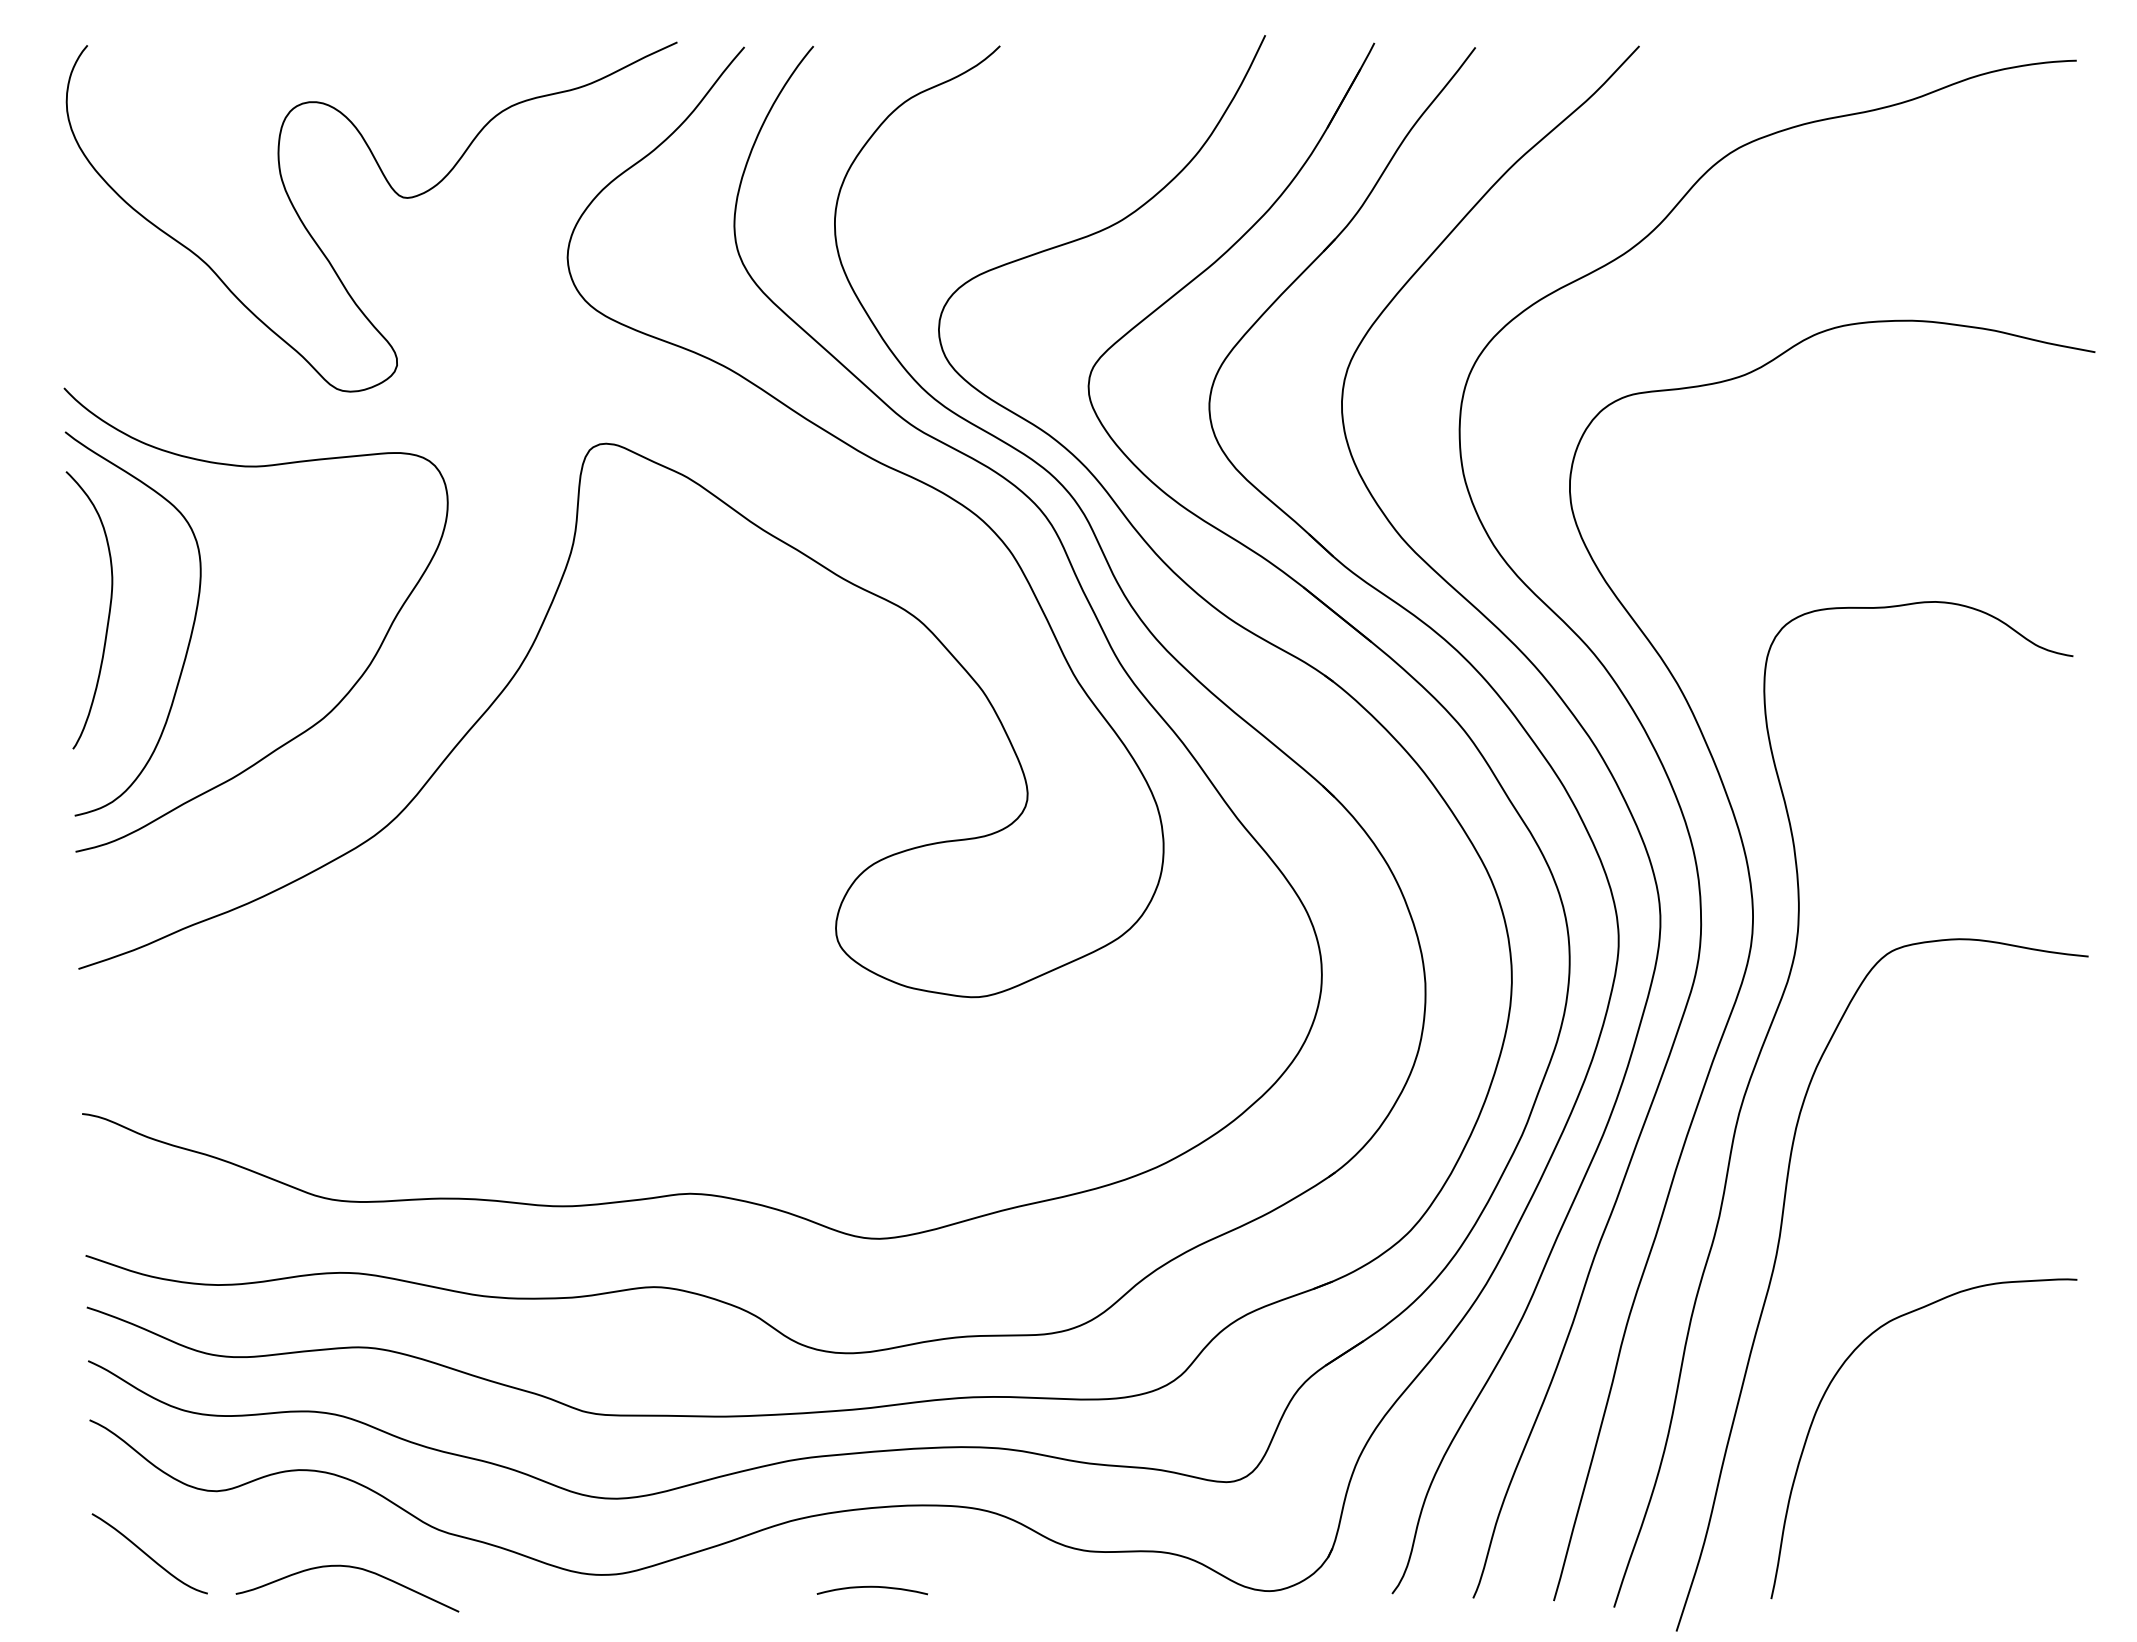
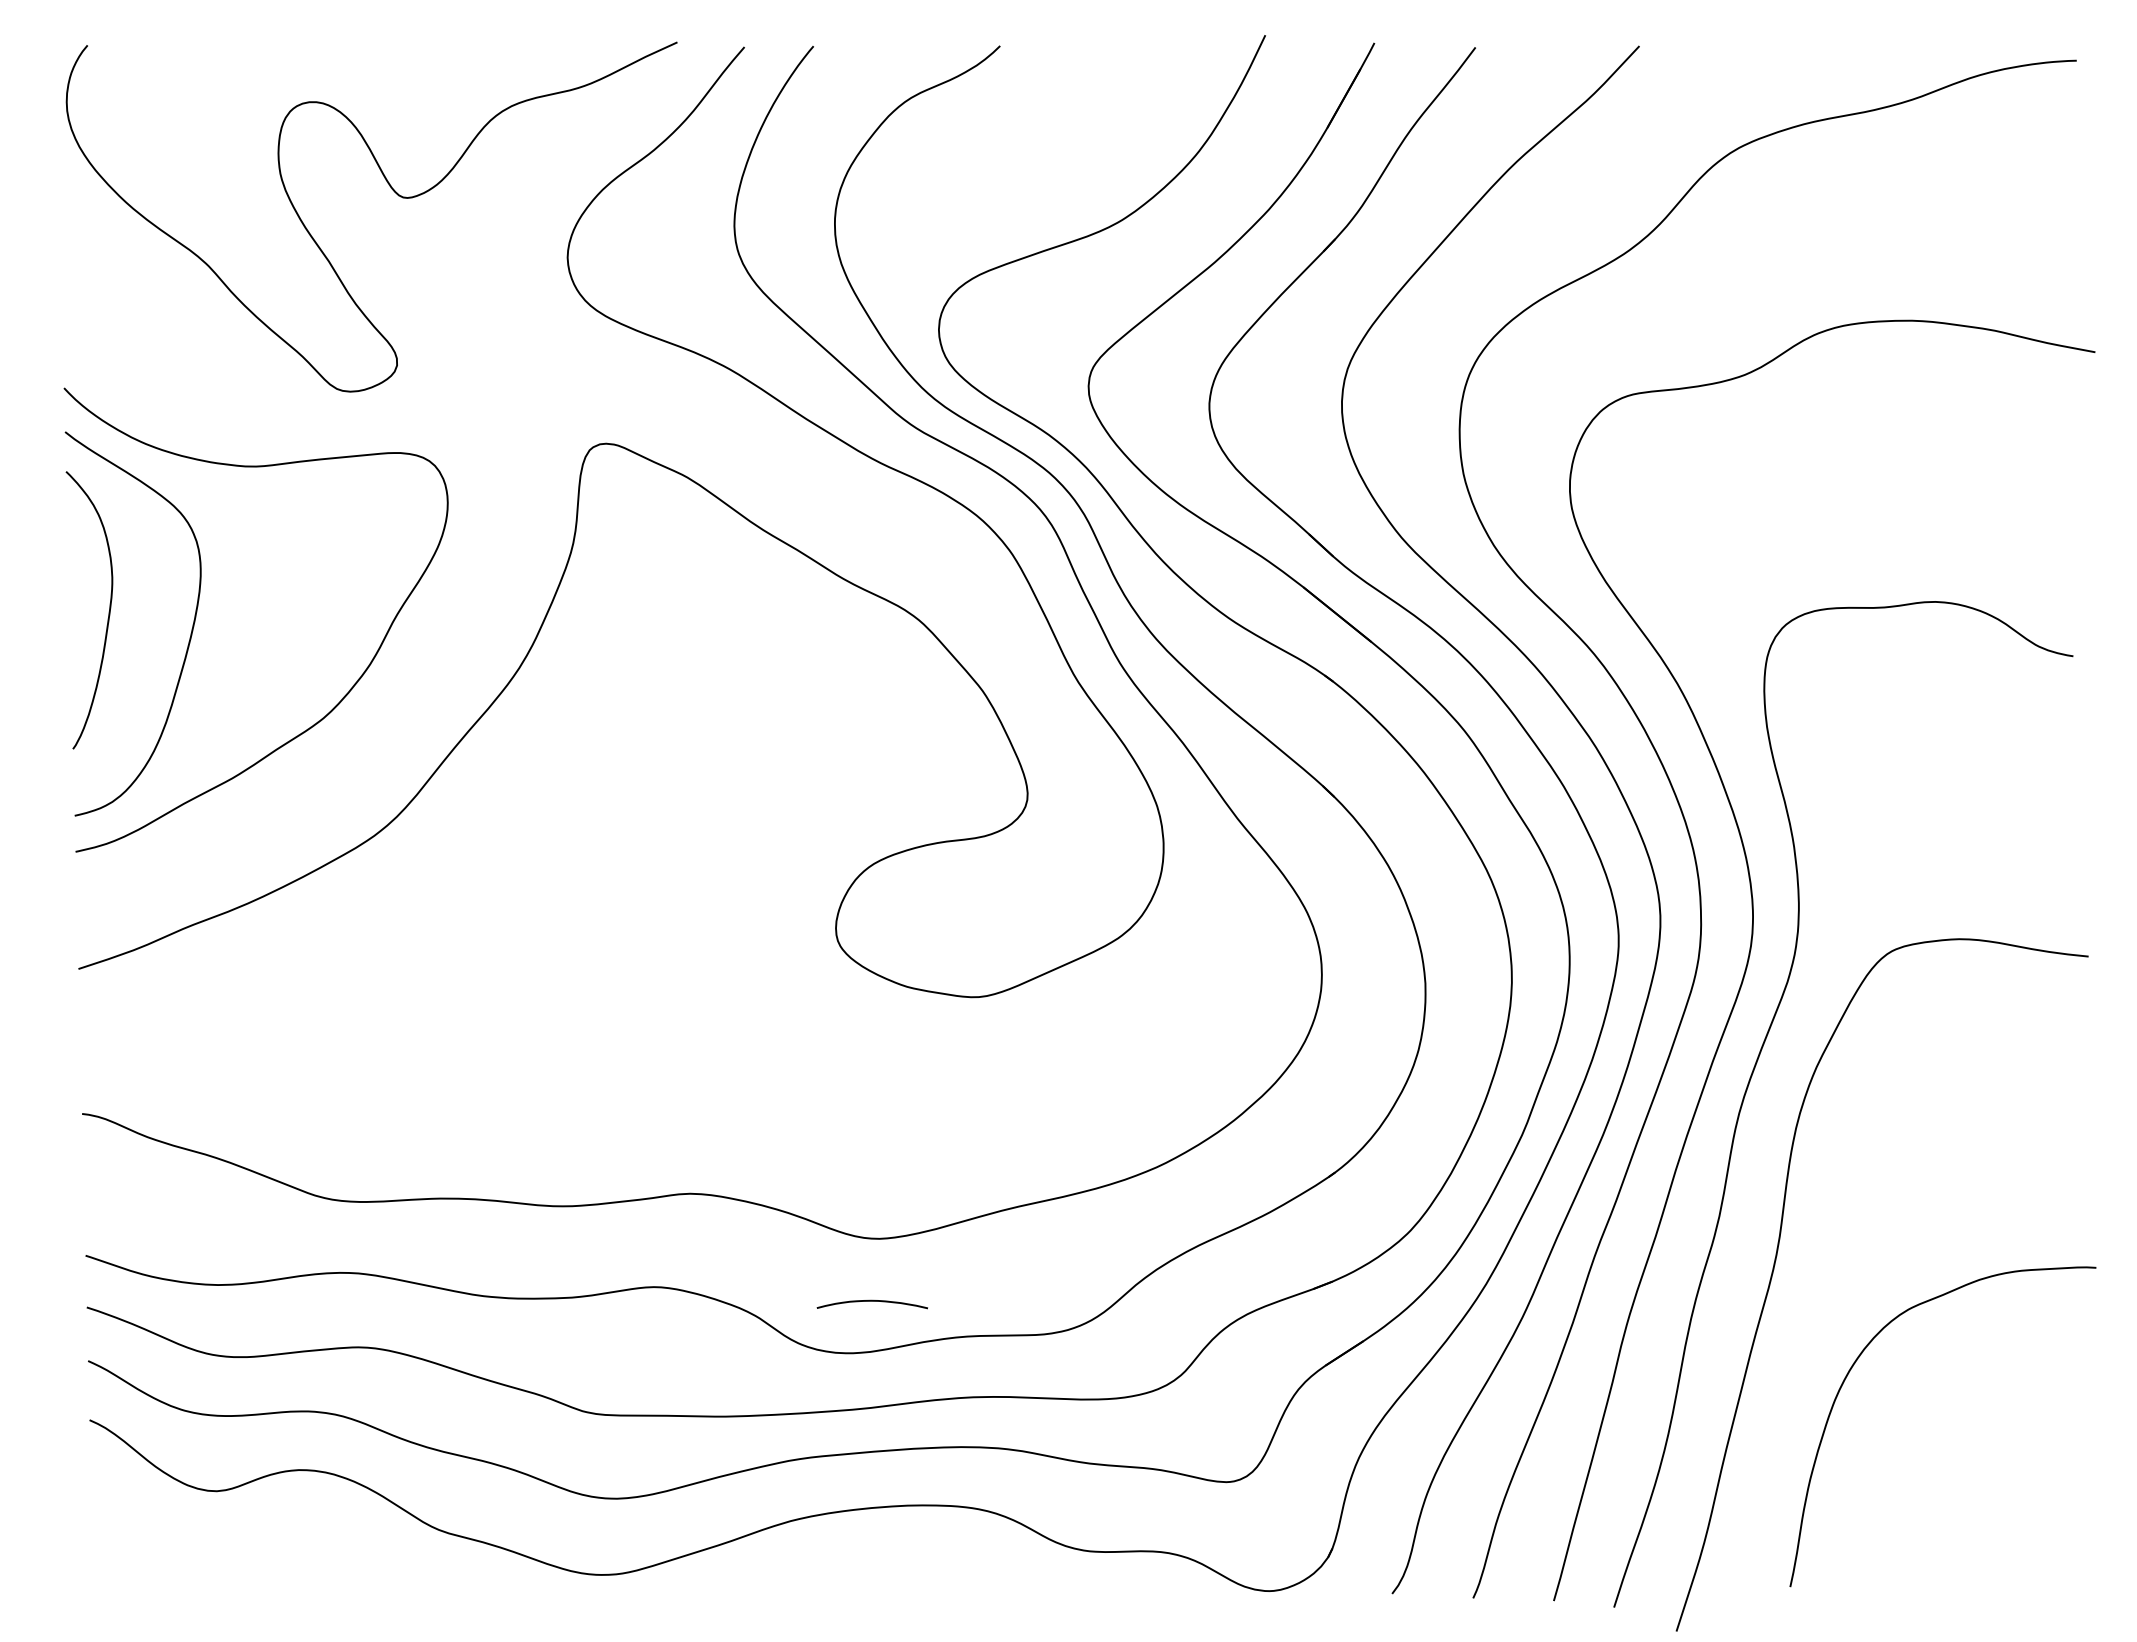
curve at (1830, 1385) position: (1830, 1385) -> (1849, 1373)
curve at (148, 1554): present -> none
curve at (353, 1568): present -> none
curve at (871, 1587) position: (871, 1587) -> (871, 1301)
